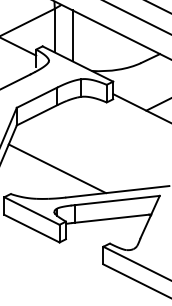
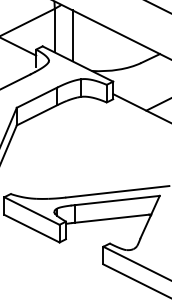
line at (137, 17): present -> none
line at (57, 168): present -> none
